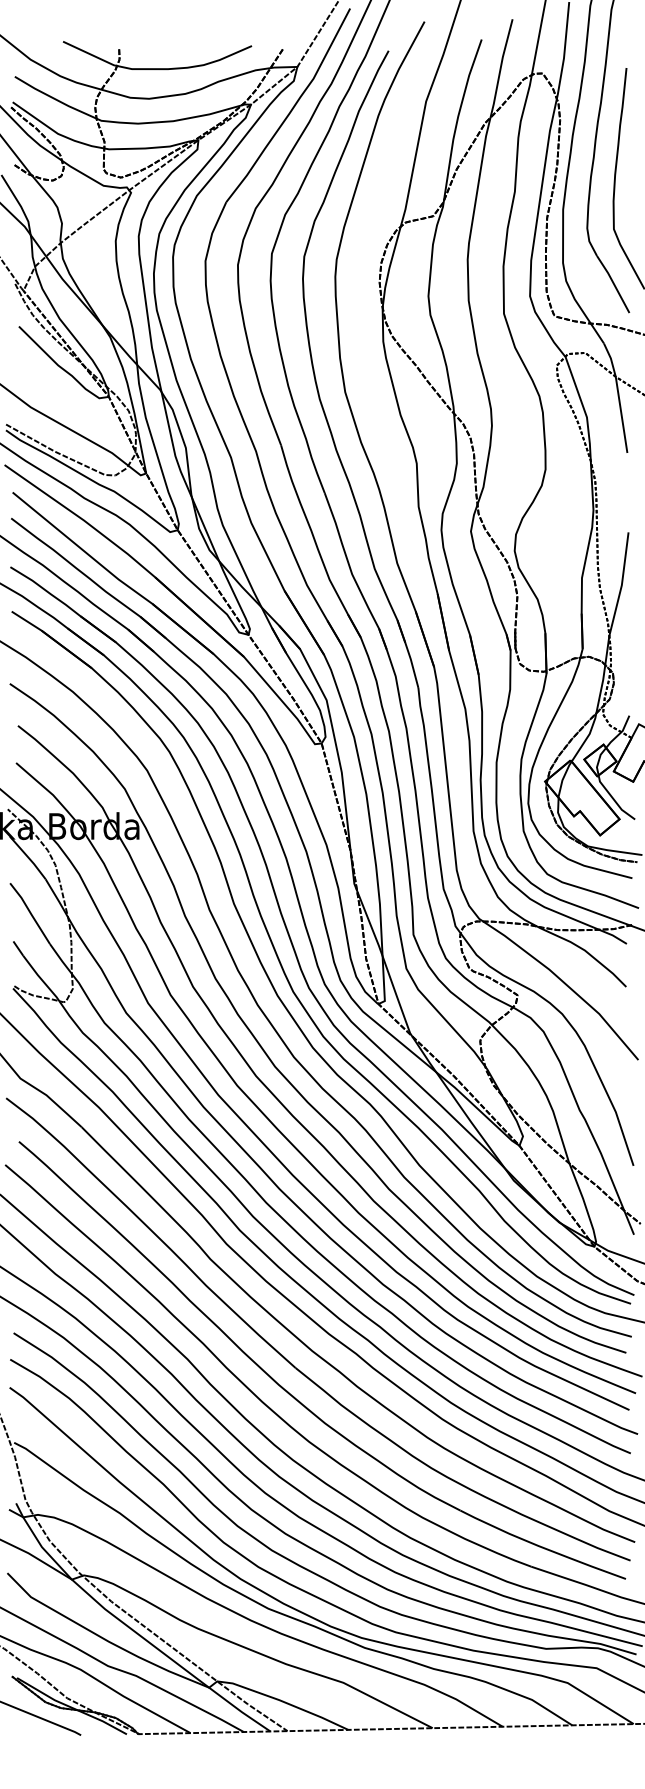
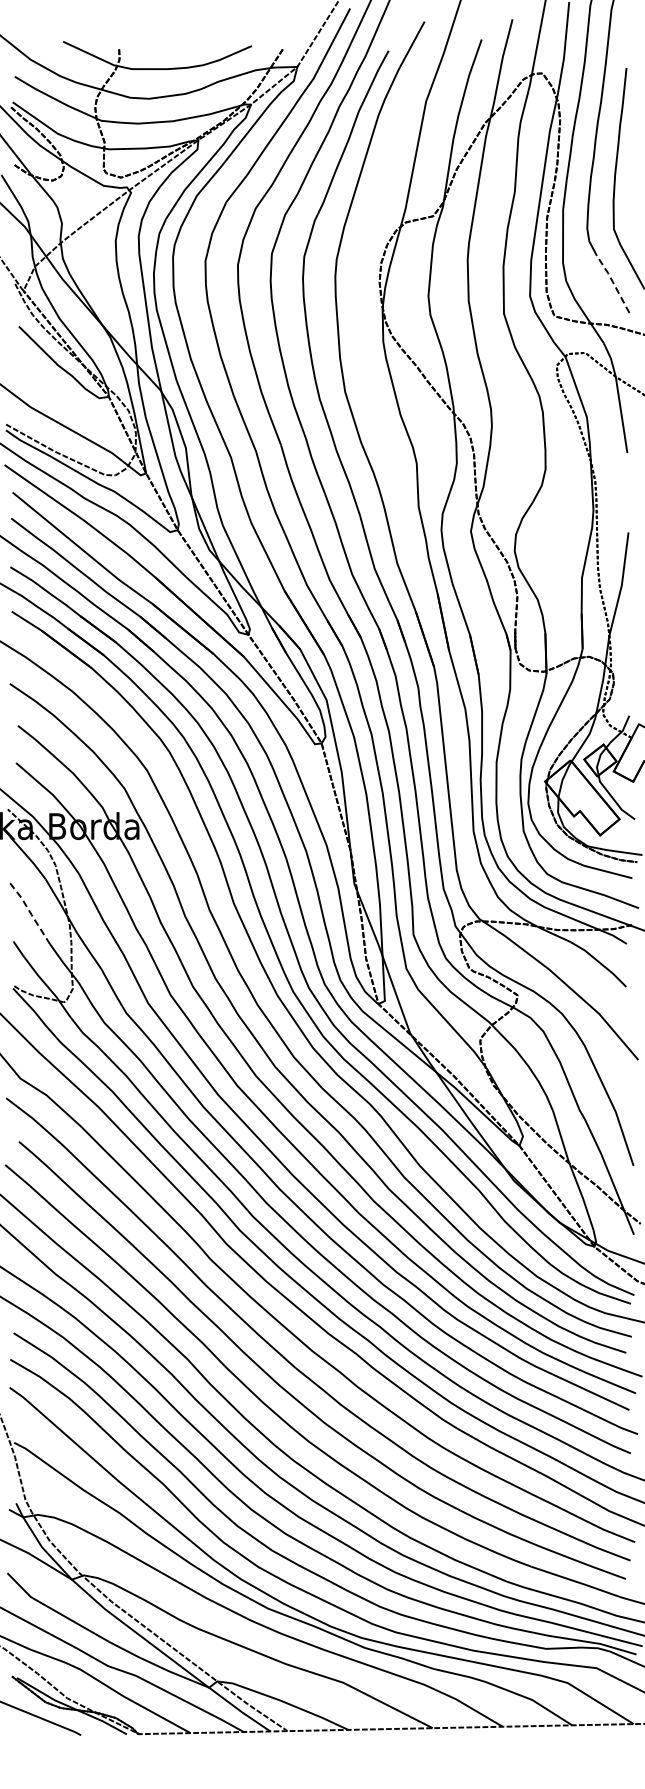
line at (613, 283): solid -> dashed
line at (30, 913): solid -> dashed
